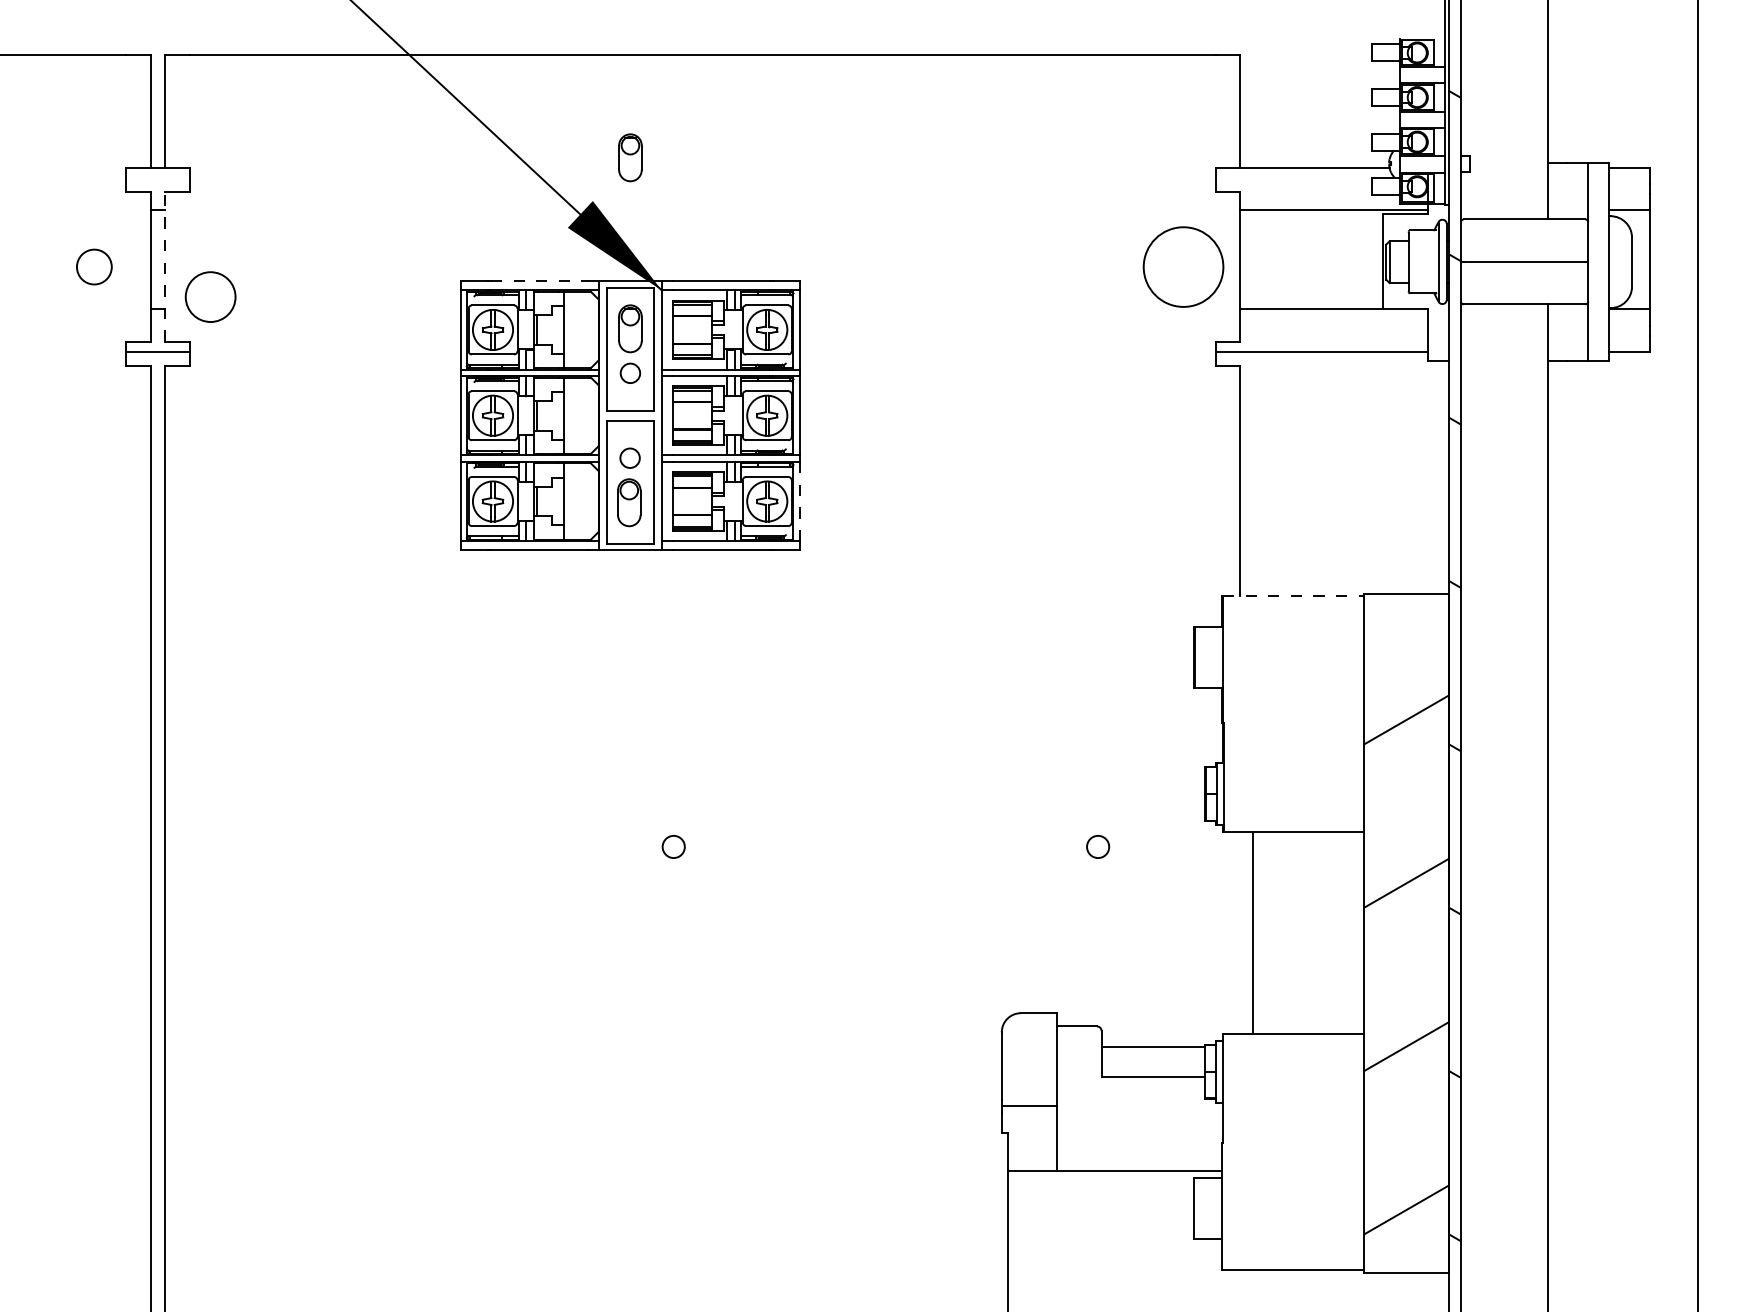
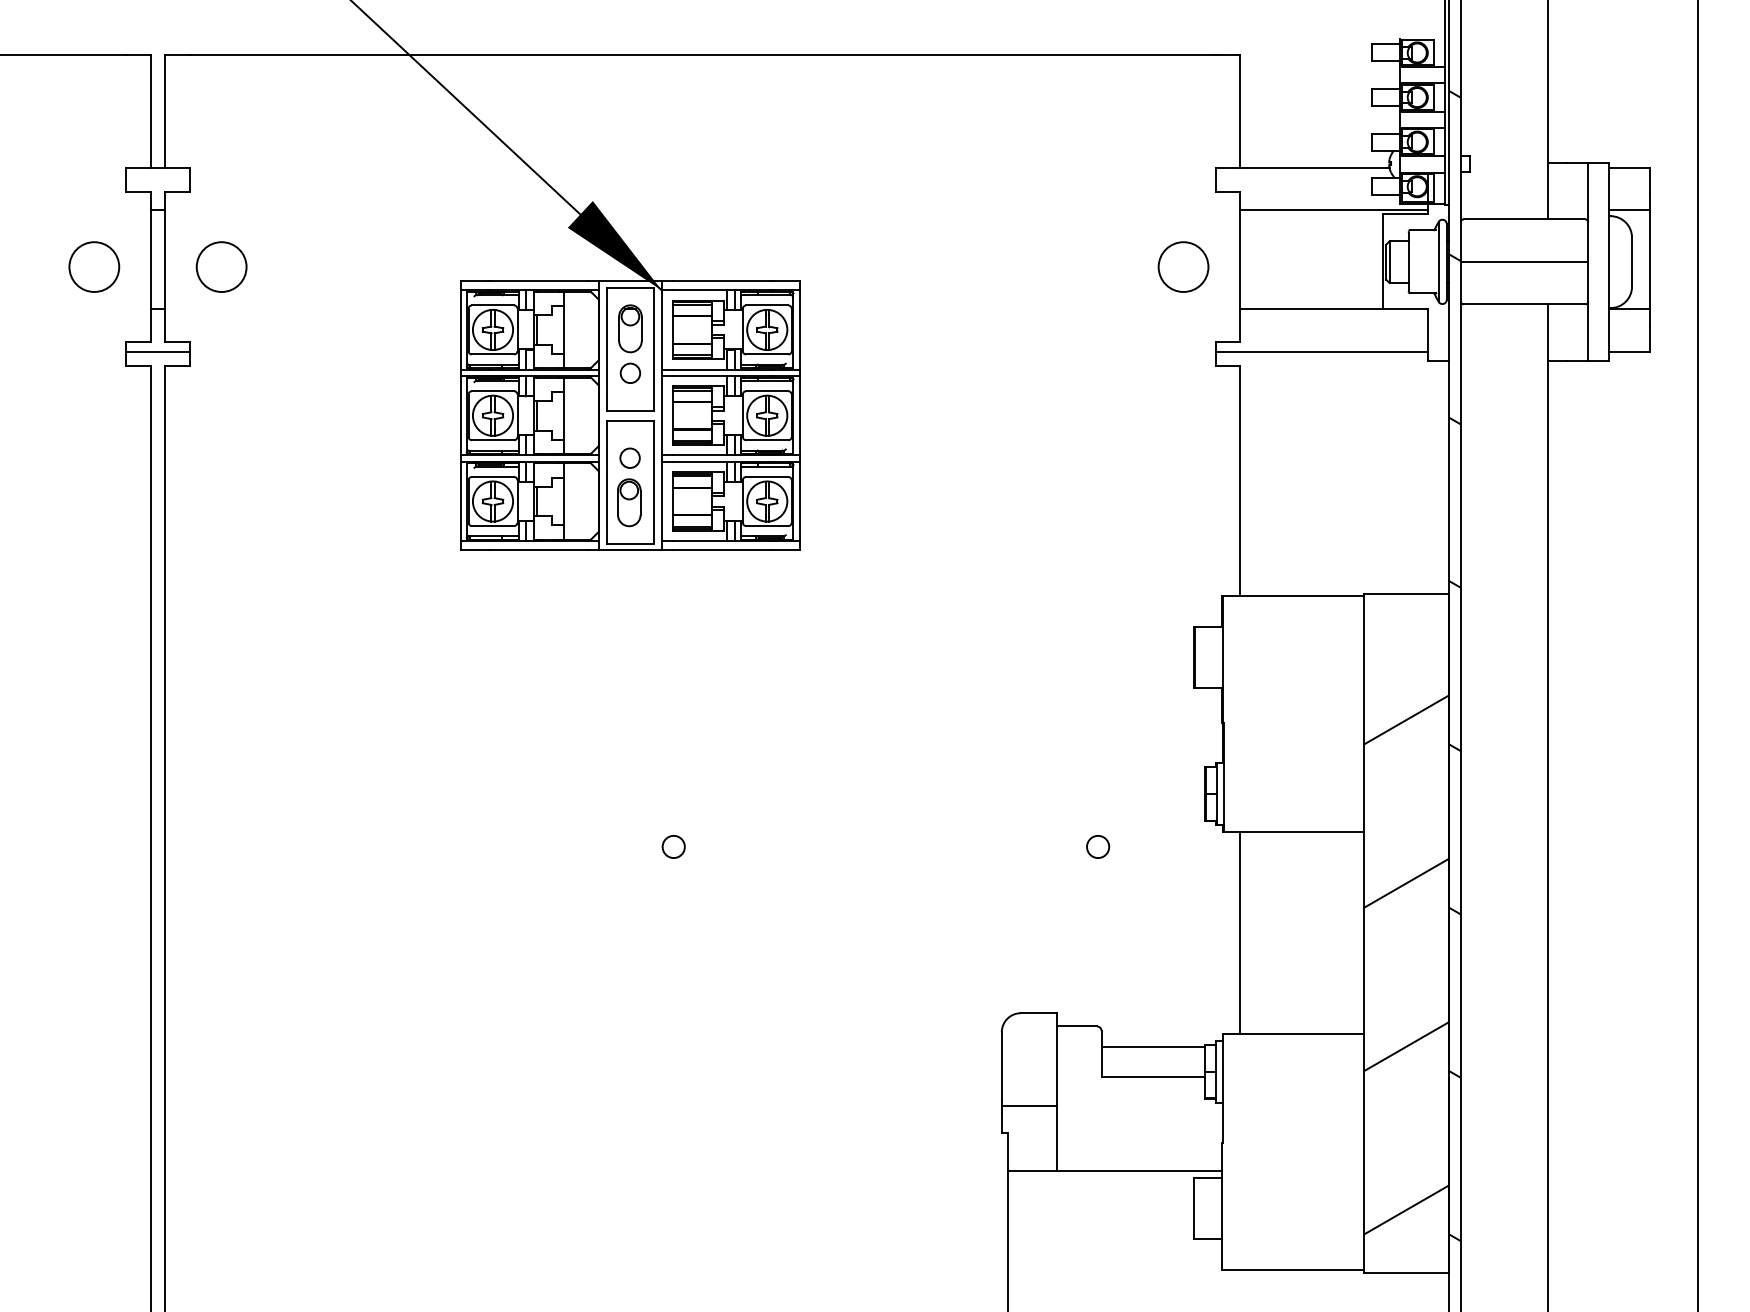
part at (630, 157): present -> none
circle at (94, 266) size: 37x38 px -> 53x52 px
circle at (1183, 266) diameter: 80 px -> 50 px
line at (165, 267): dashed -> solid
line at (539, 281): dashed -> solid
circle at (210, 296) position: (210, 296) -> (221, 266)
line at (800, 501): dashed -> solid
line at (1293, 596): dashed -> solid
line at (1253, 932) position: (1253, 932) -> (1240, 932)
